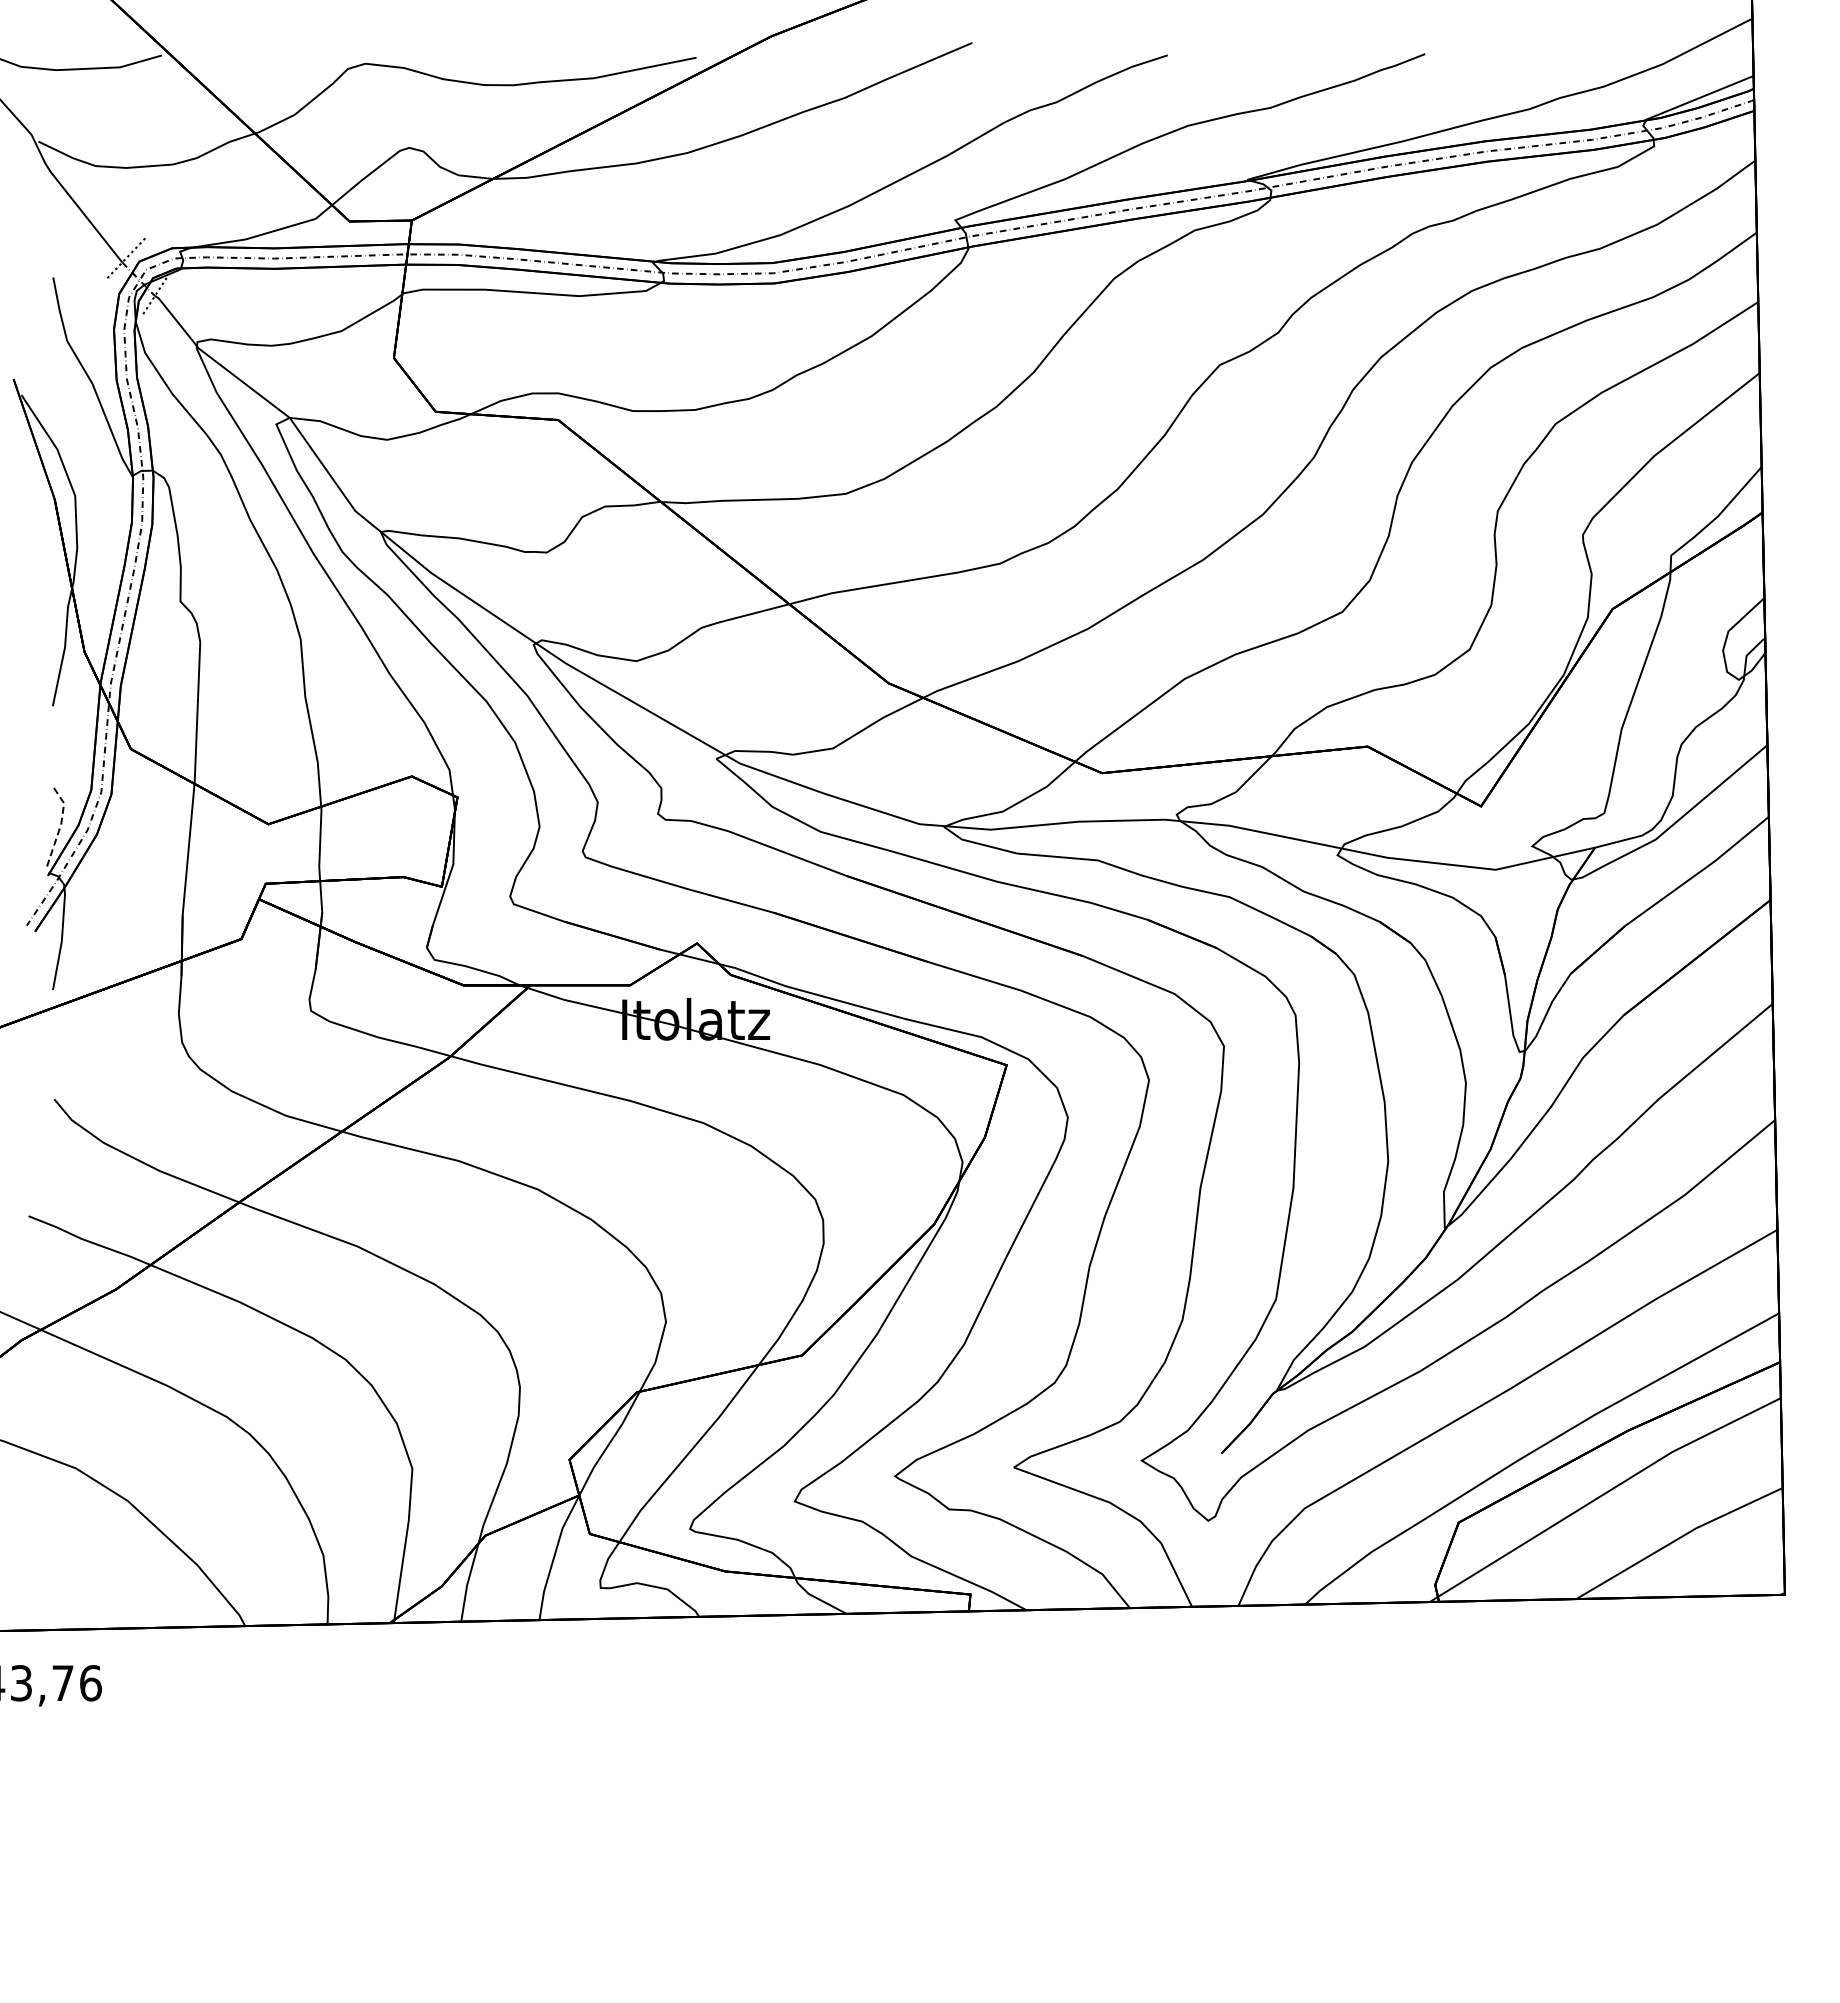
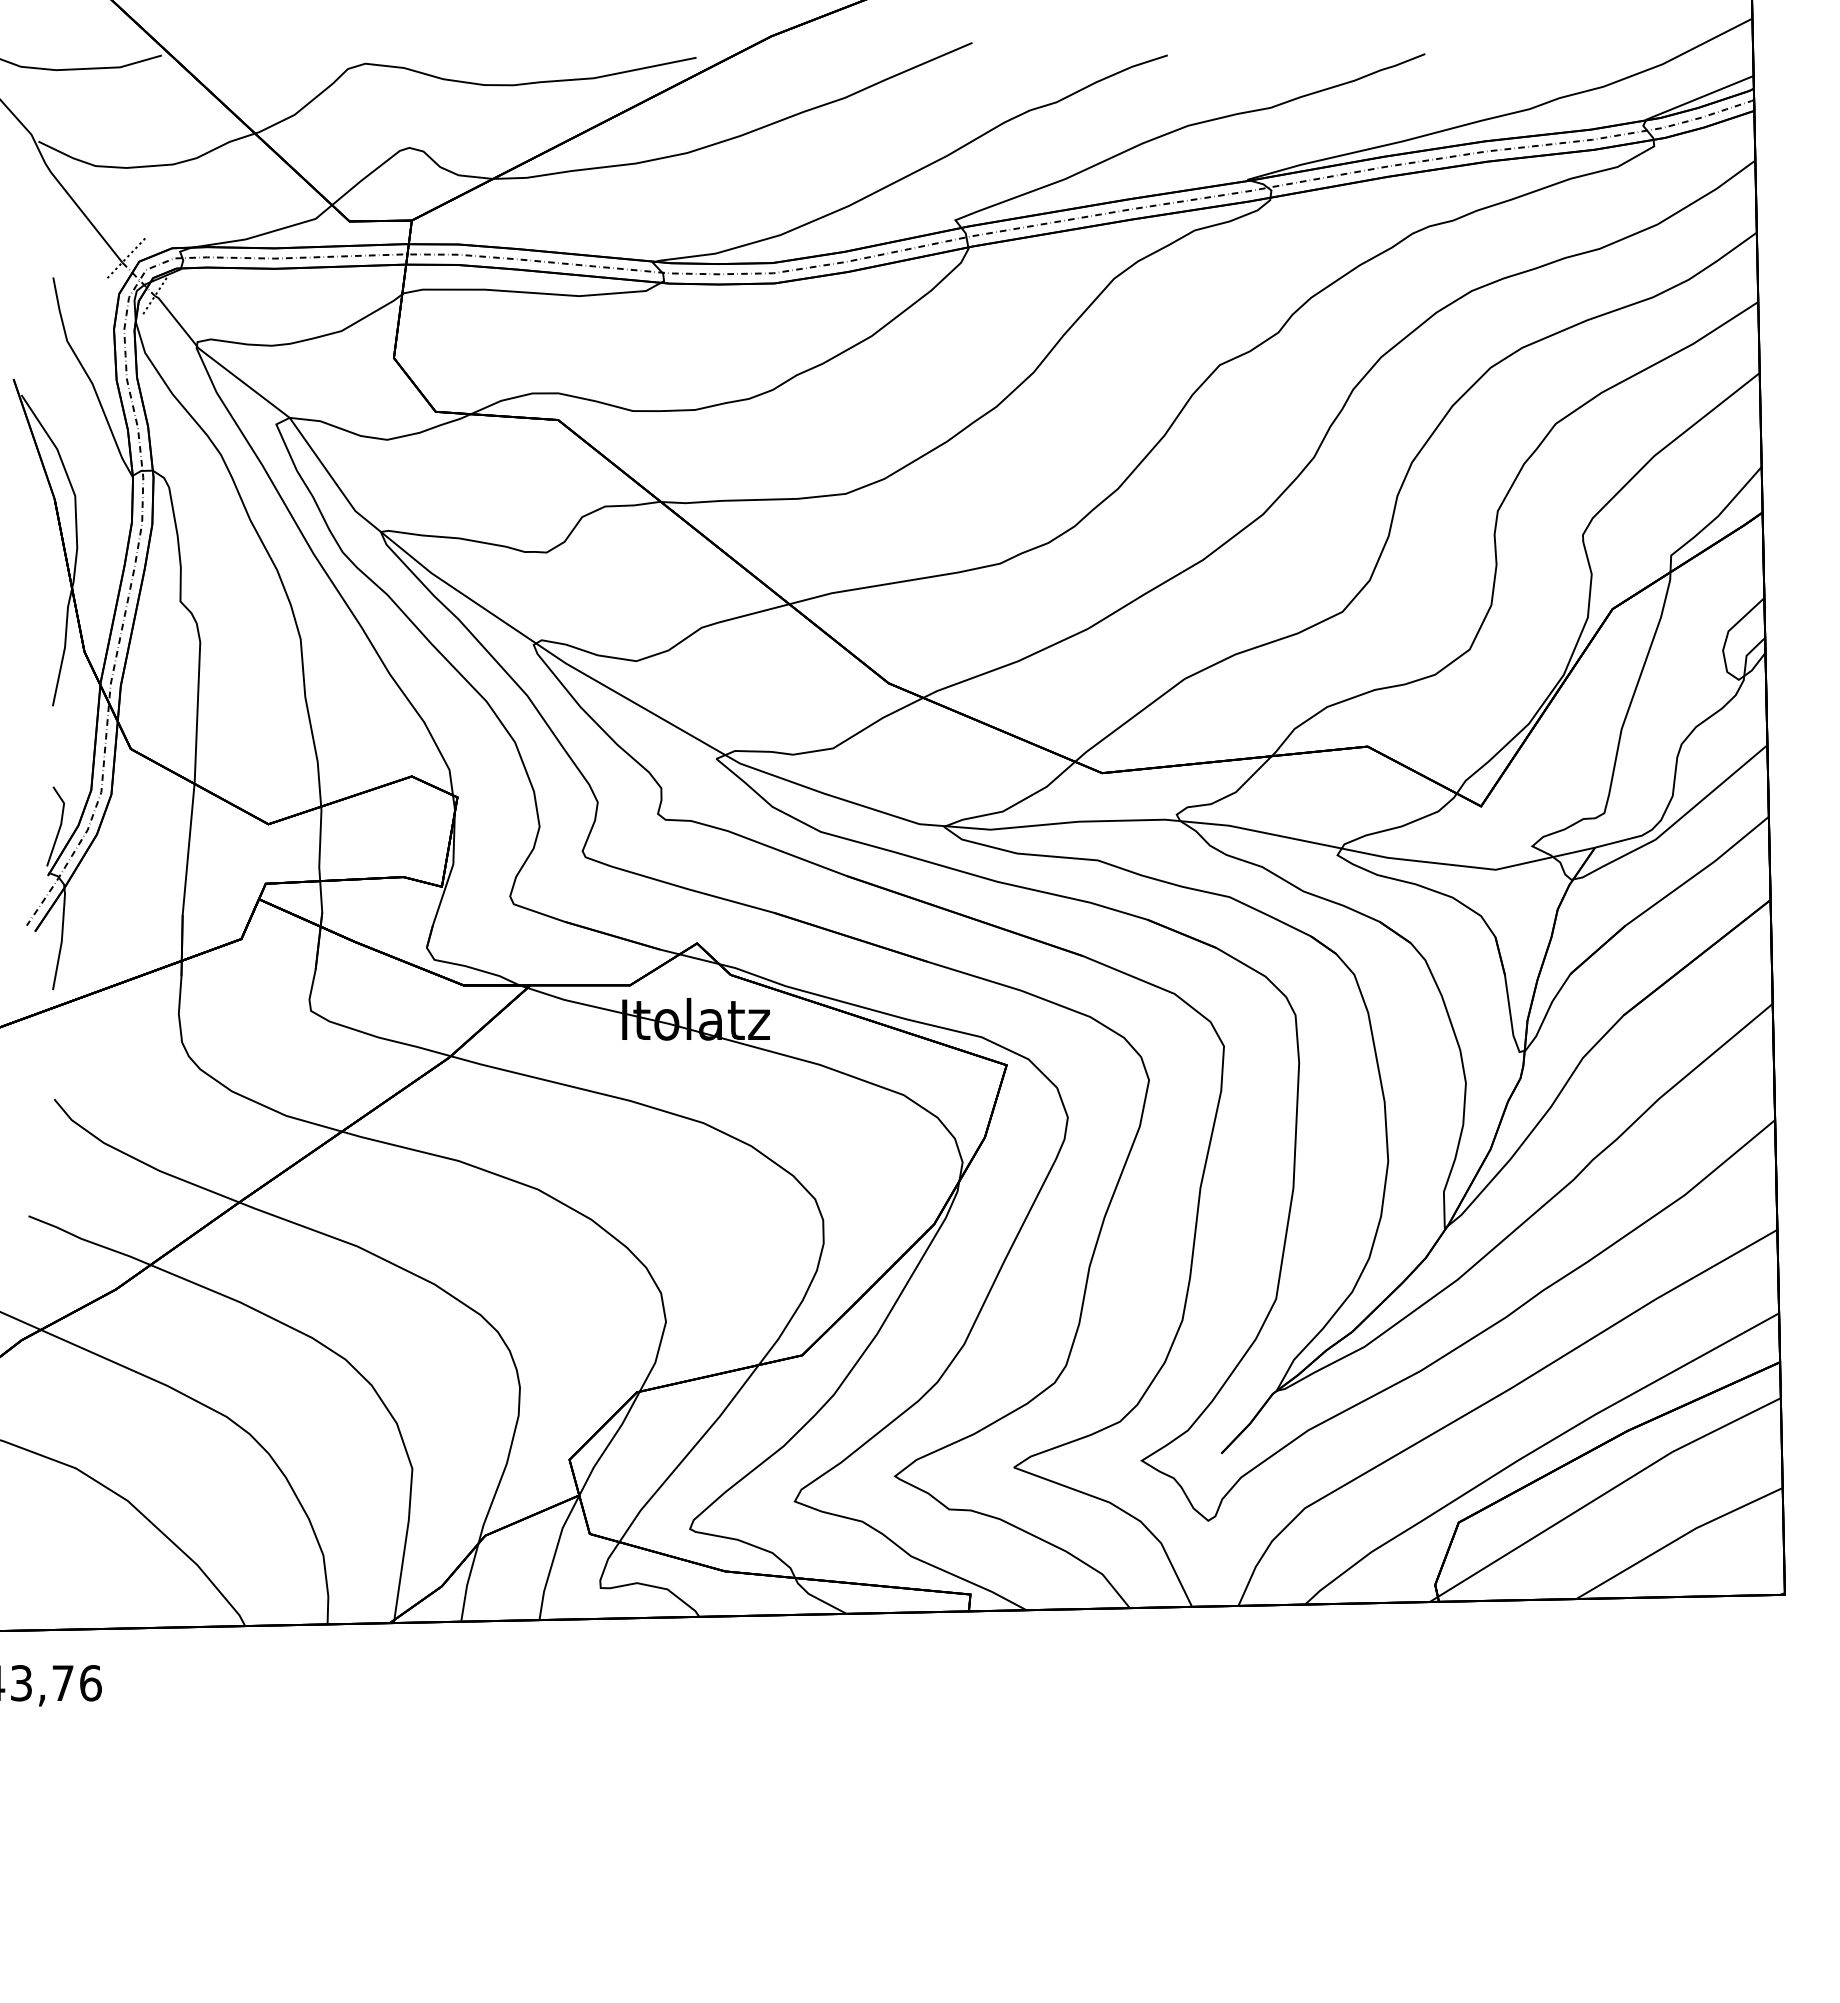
line at (61, 824): dashed -> solid
